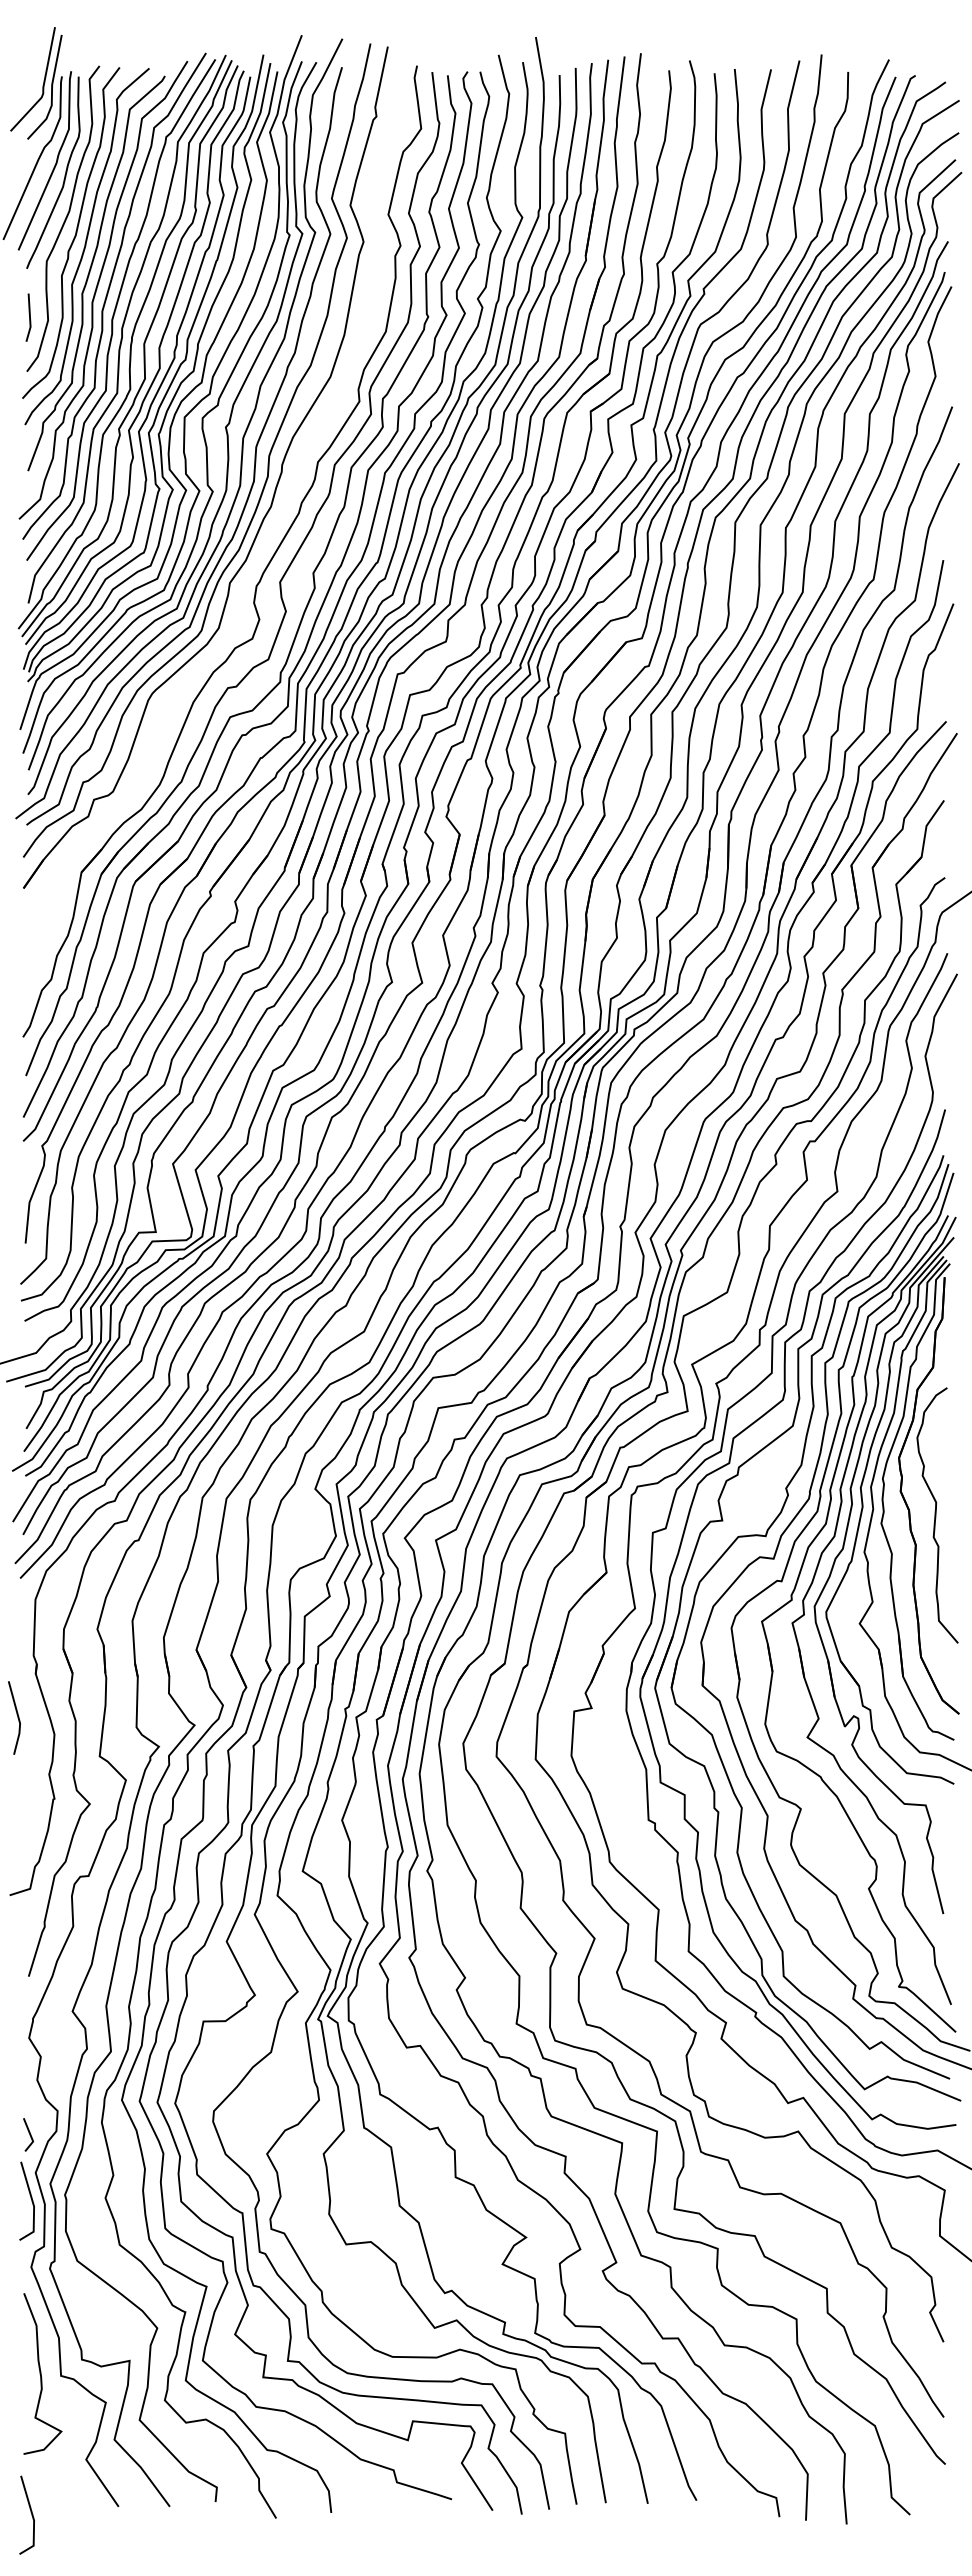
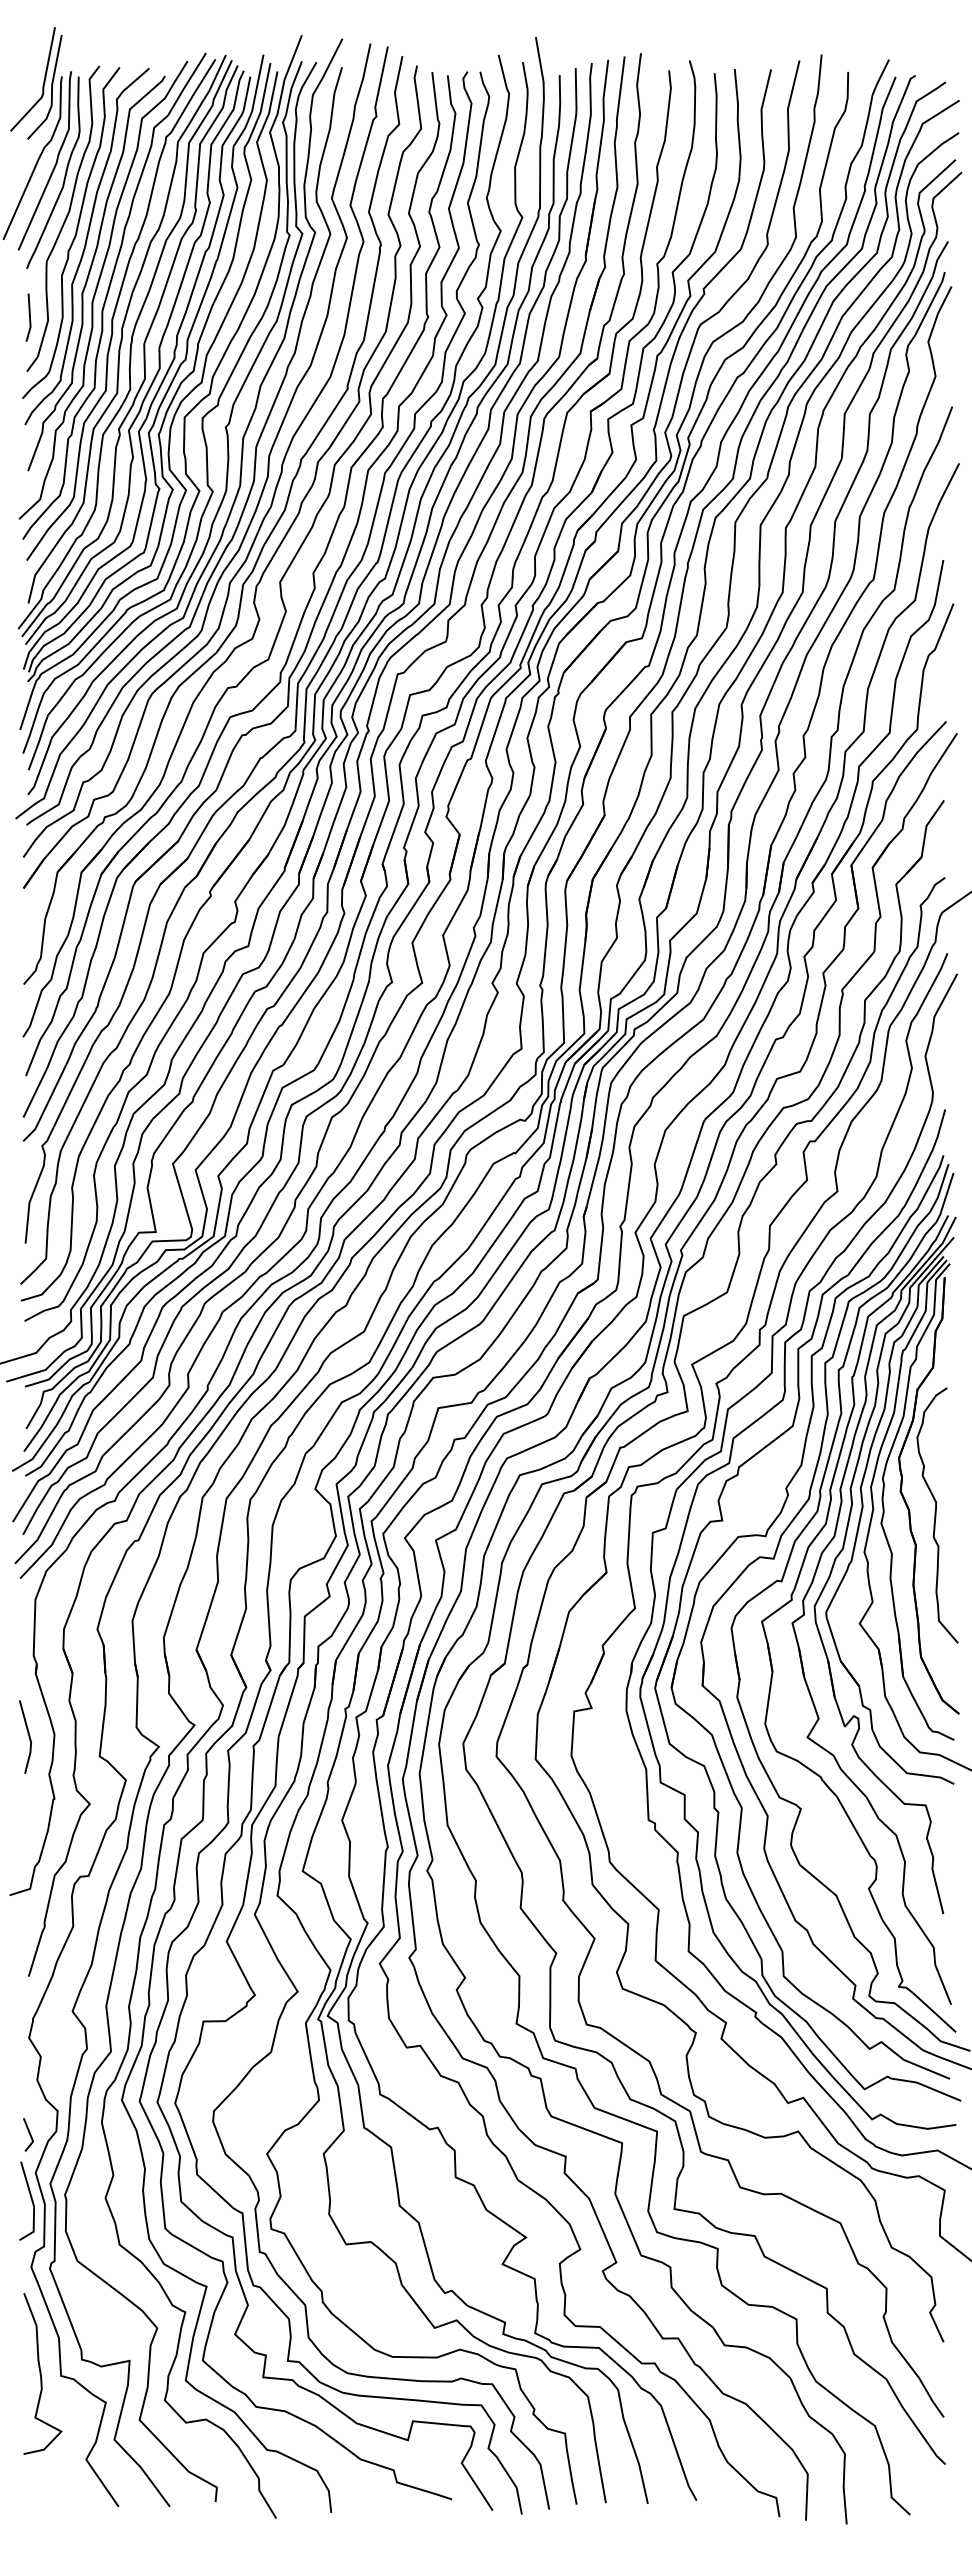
part at (262, 545): none -> present
line at (17, 1717) position: (17, 1717) -> (28, 1736)
line at (30, 2512): present -> none
